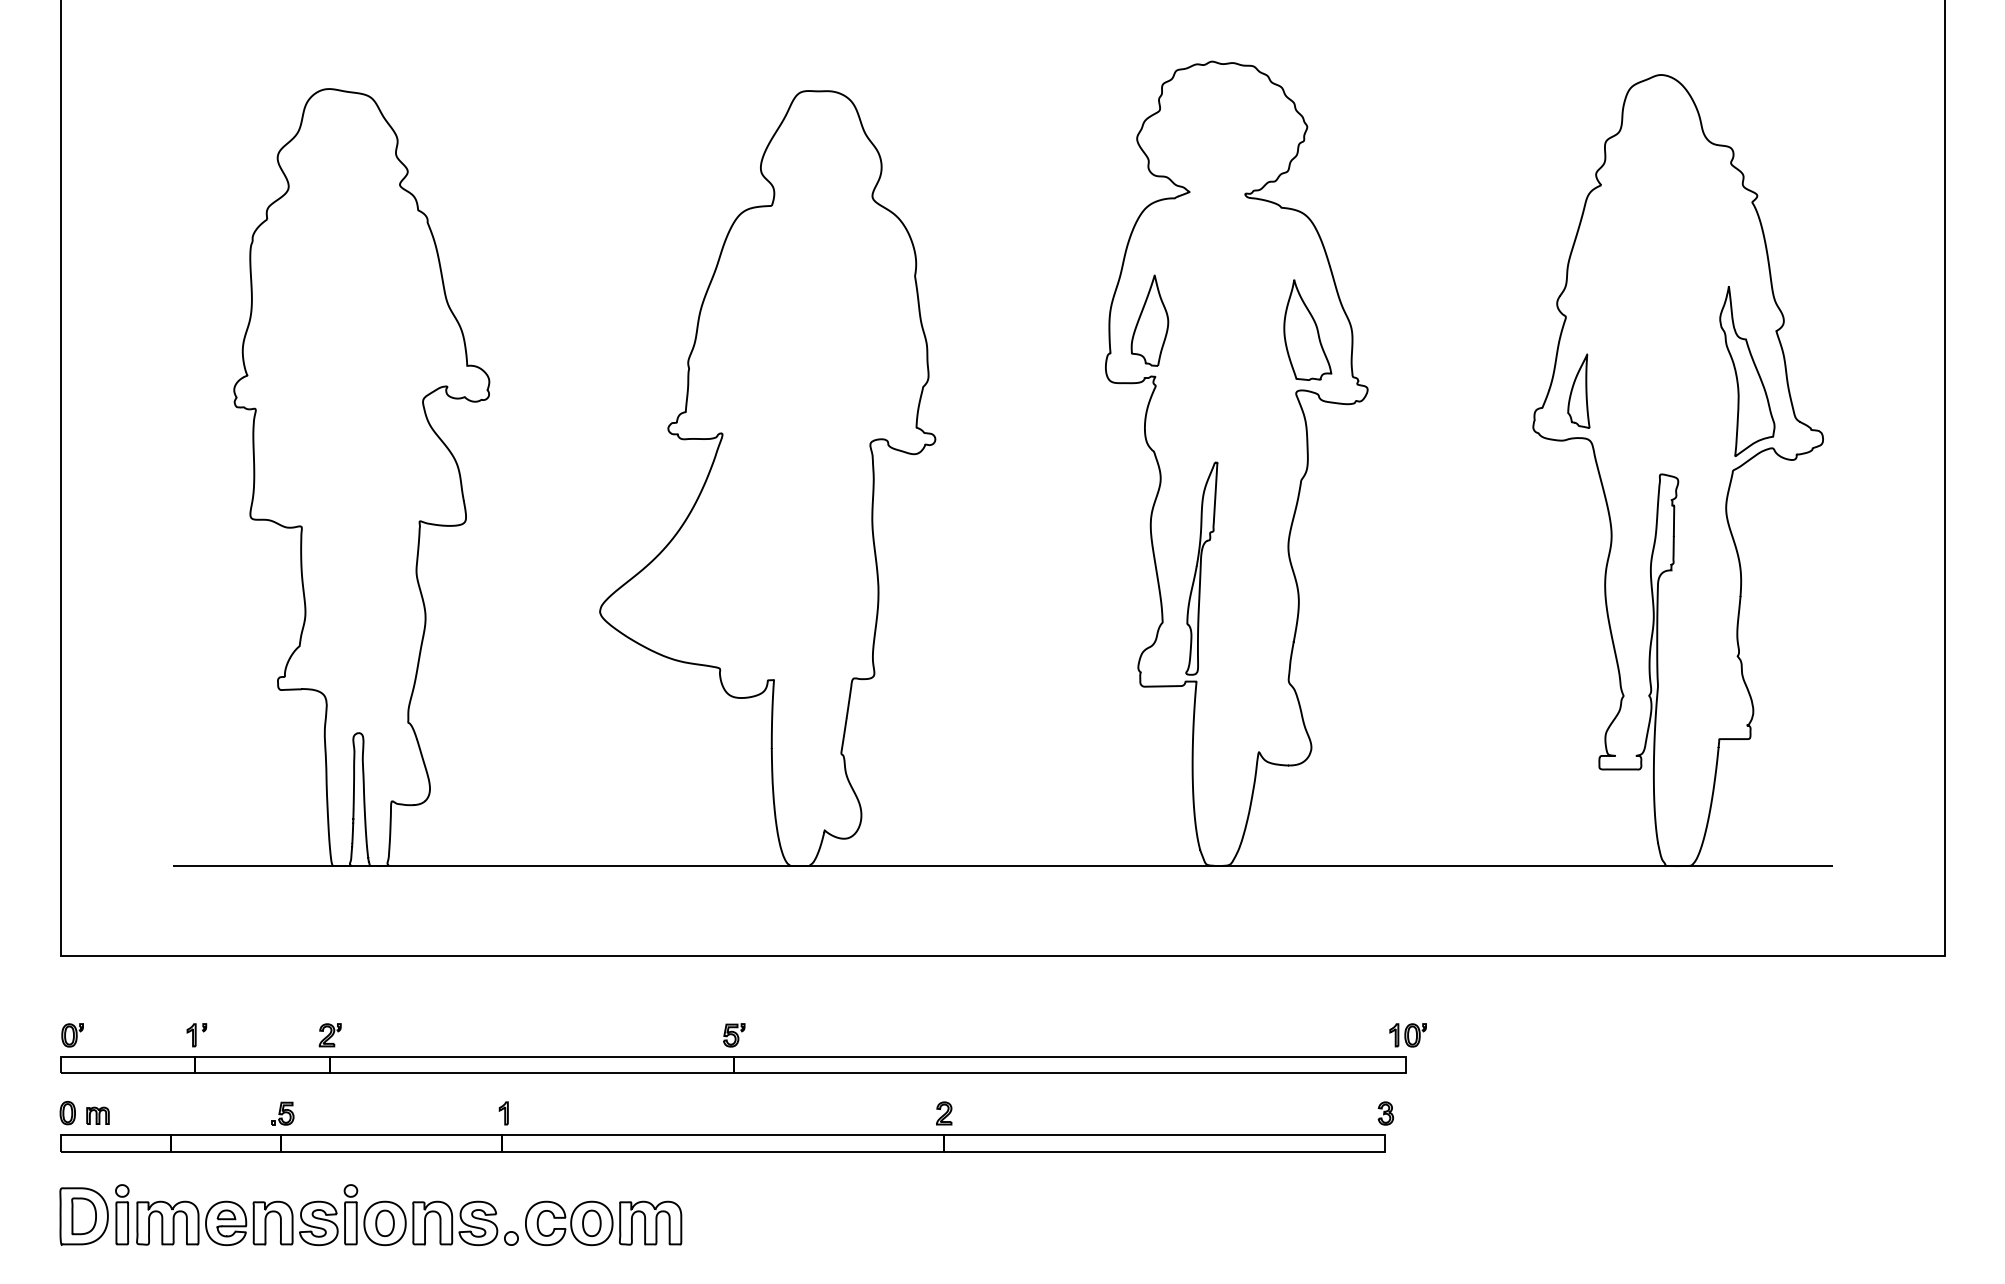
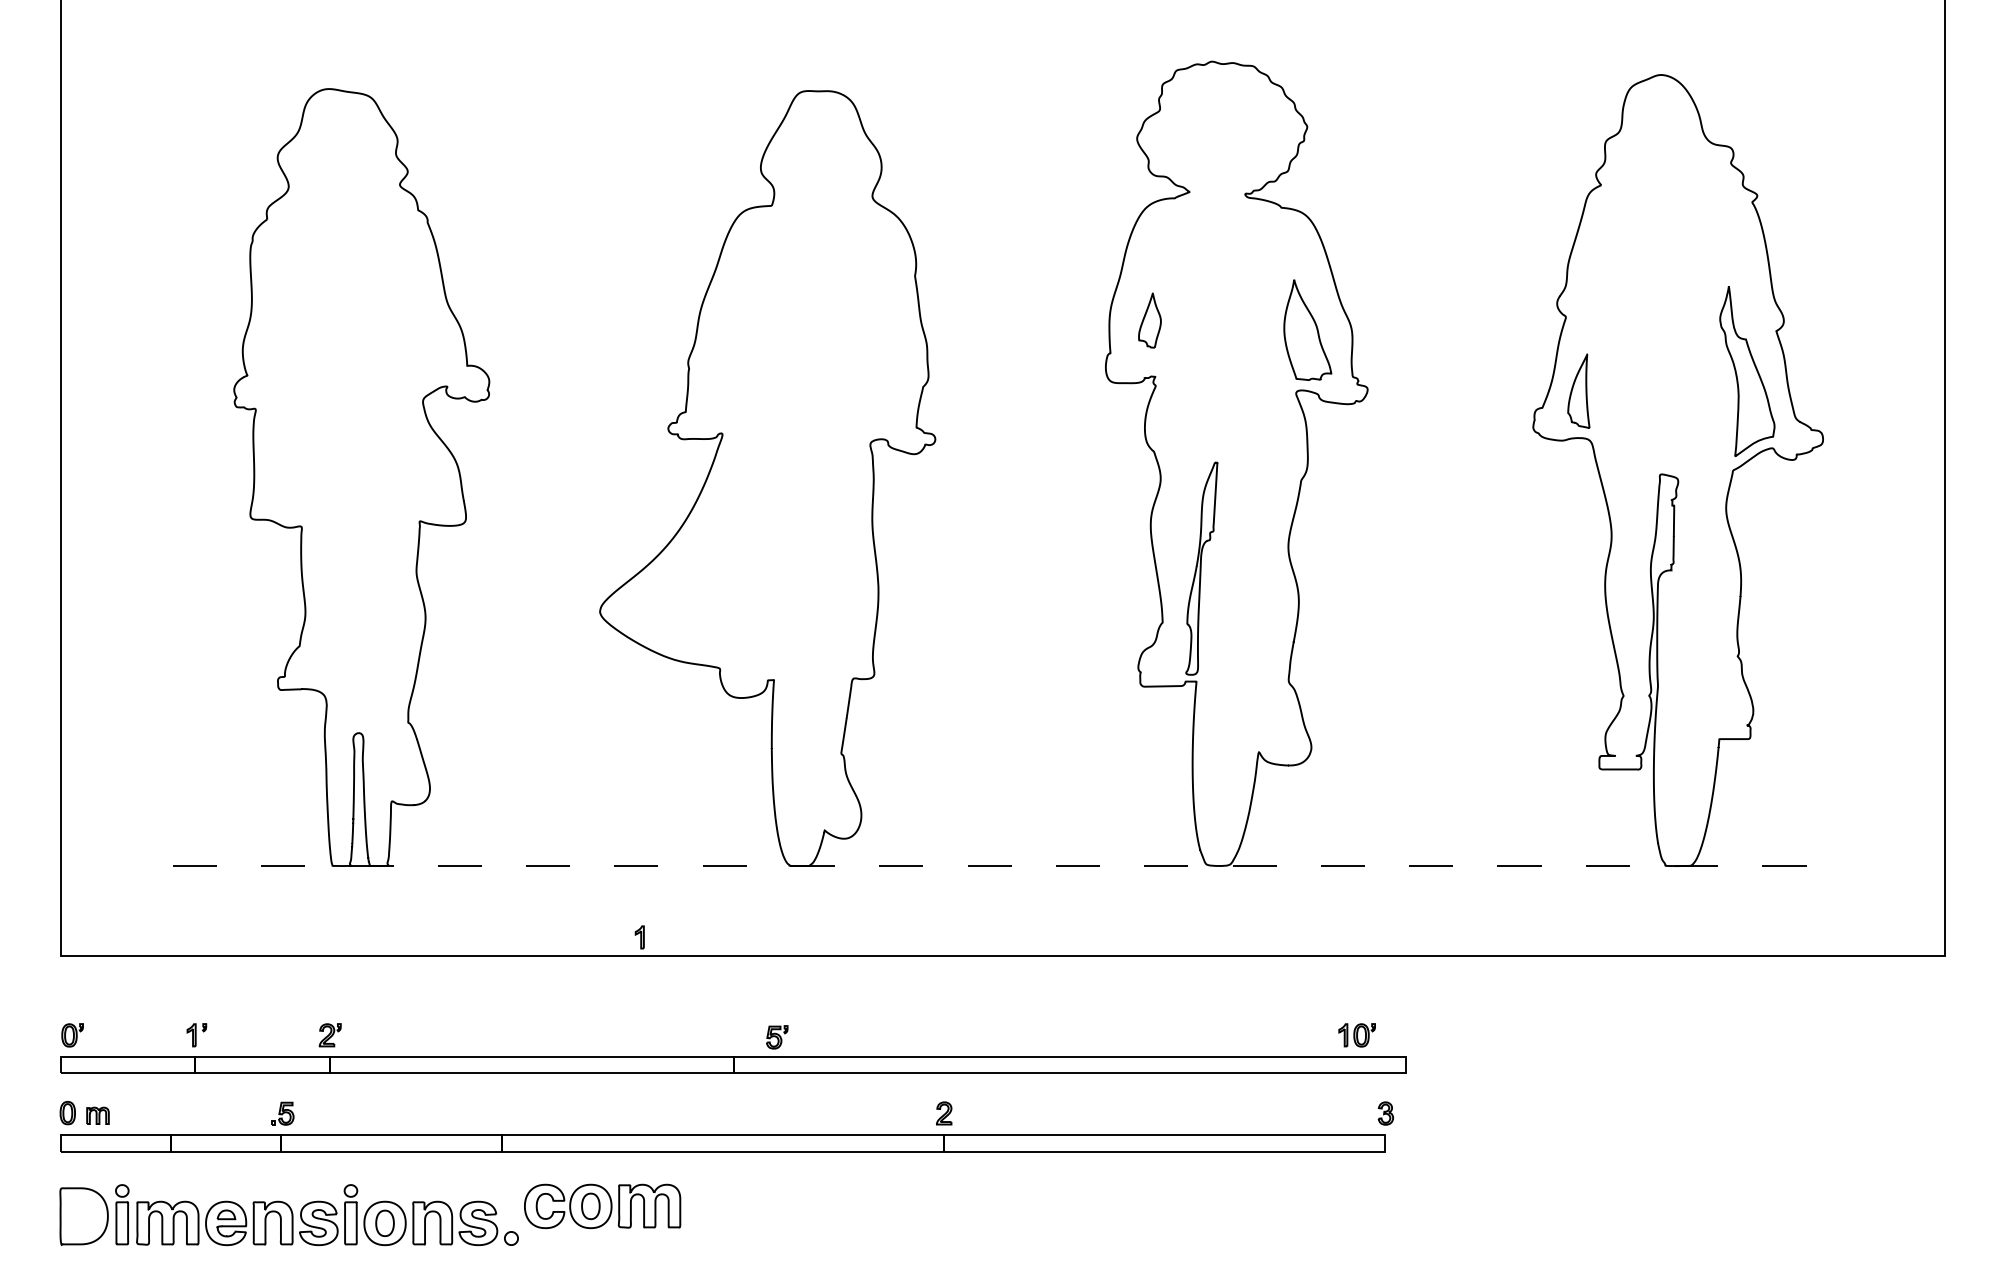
part at (1149, 320) size: 40x93 px -> 24x57 px
line at (1002, 865): solid -> dashed
part at (734, 1035) position: (734, 1035) -> (777, 1037)
part at (1407, 1035) position: (1407, 1035) -> (1356, 1035)
part at (503, 1113) position: (503, 1113) -> (639, 937)
part at (83, 1216): present -> none
part at (603, 1223) position: (603, 1223) -> (602, 1206)
